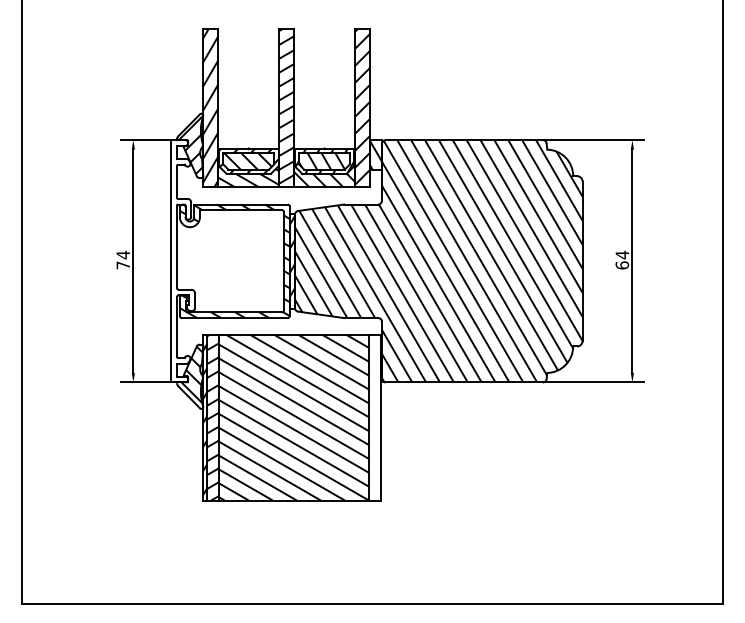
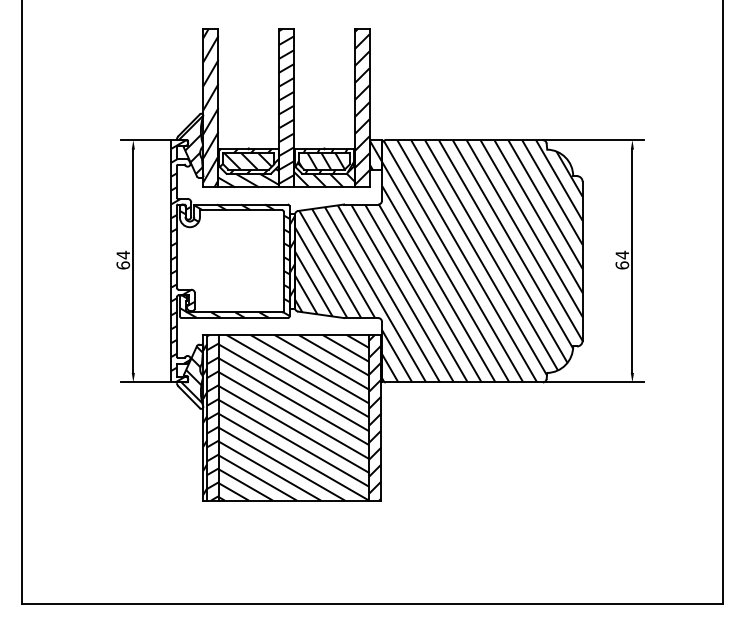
hatch at (183, 261): none -> present
text at (123, 265): 74 -> 64
hatch at (375, 417): none -> present
